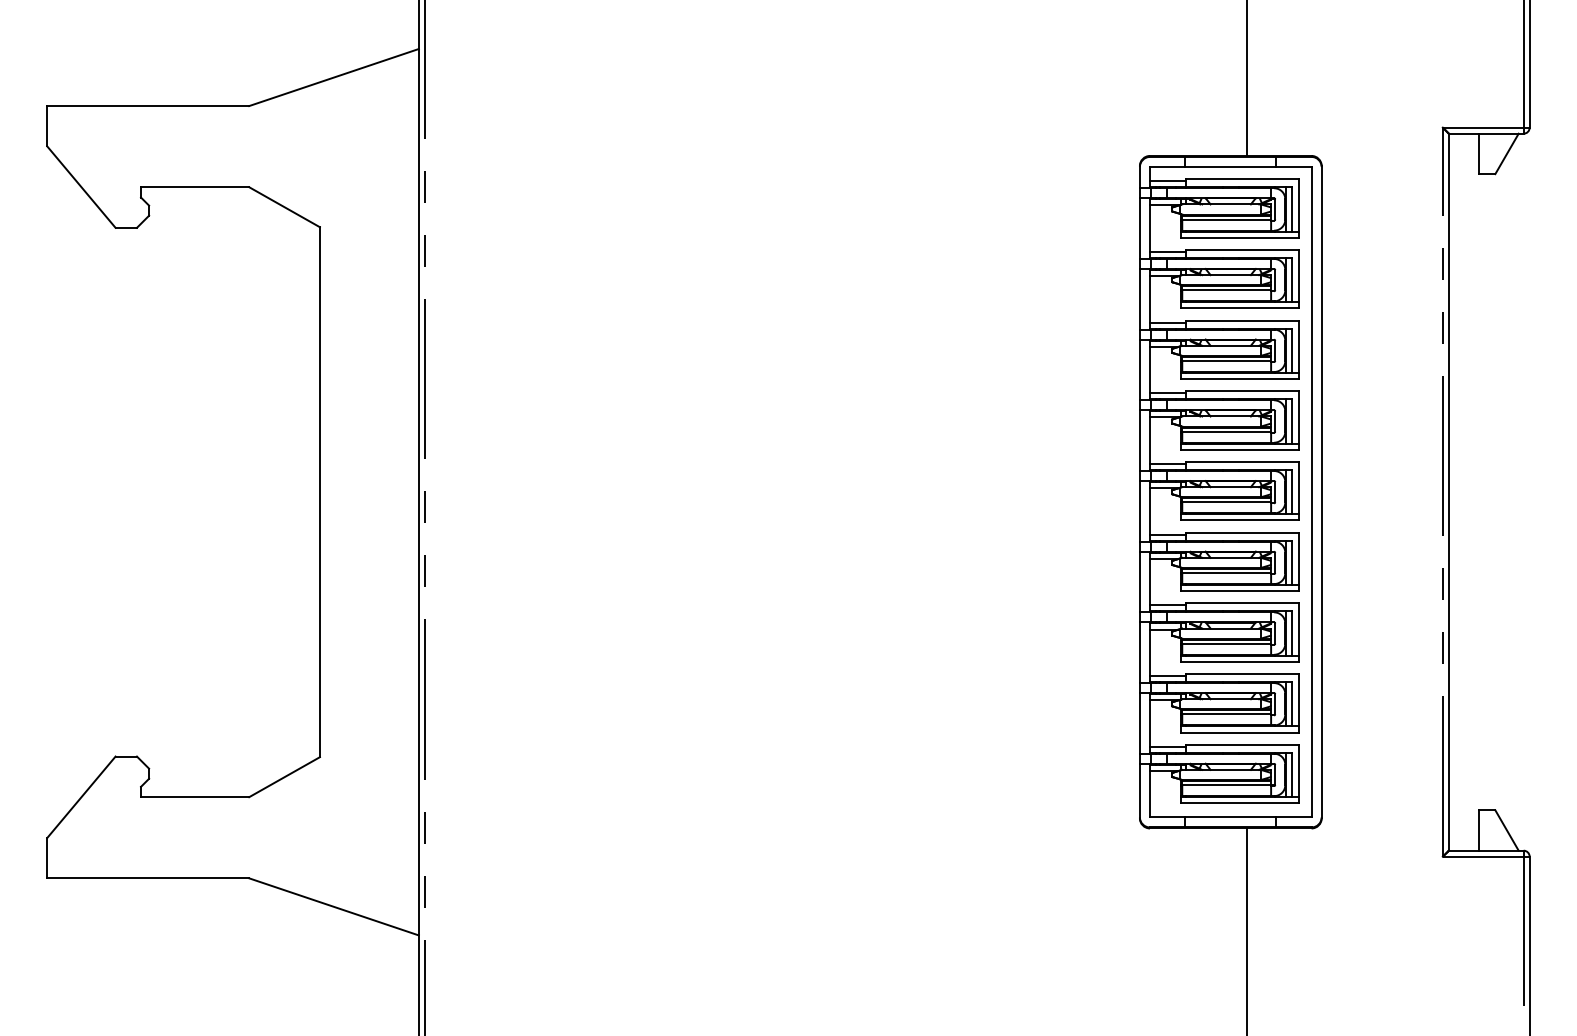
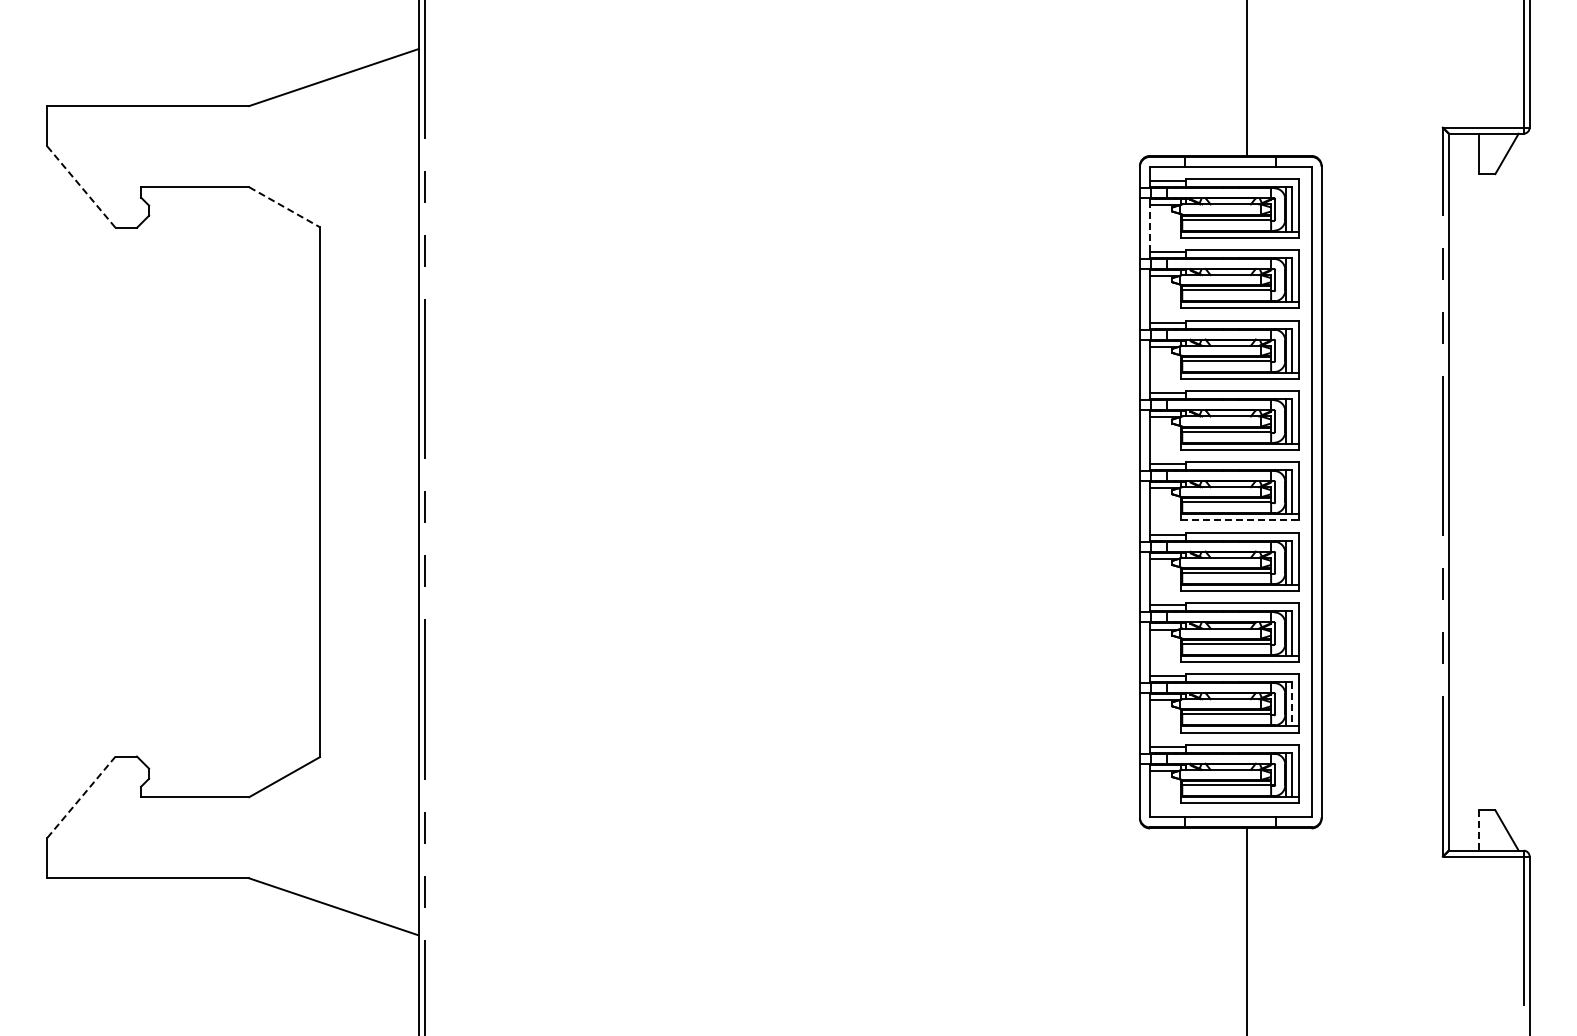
line at (81, 187): solid -> dashed
line at (284, 207): solid -> dashed
line at (1150, 228): solid -> dashed
line at (1240, 520): solid -> dashed
line at (1292, 704): solid -> dashed
line at (81, 797): solid -> dashed
line at (1479, 830): solid -> dashed
